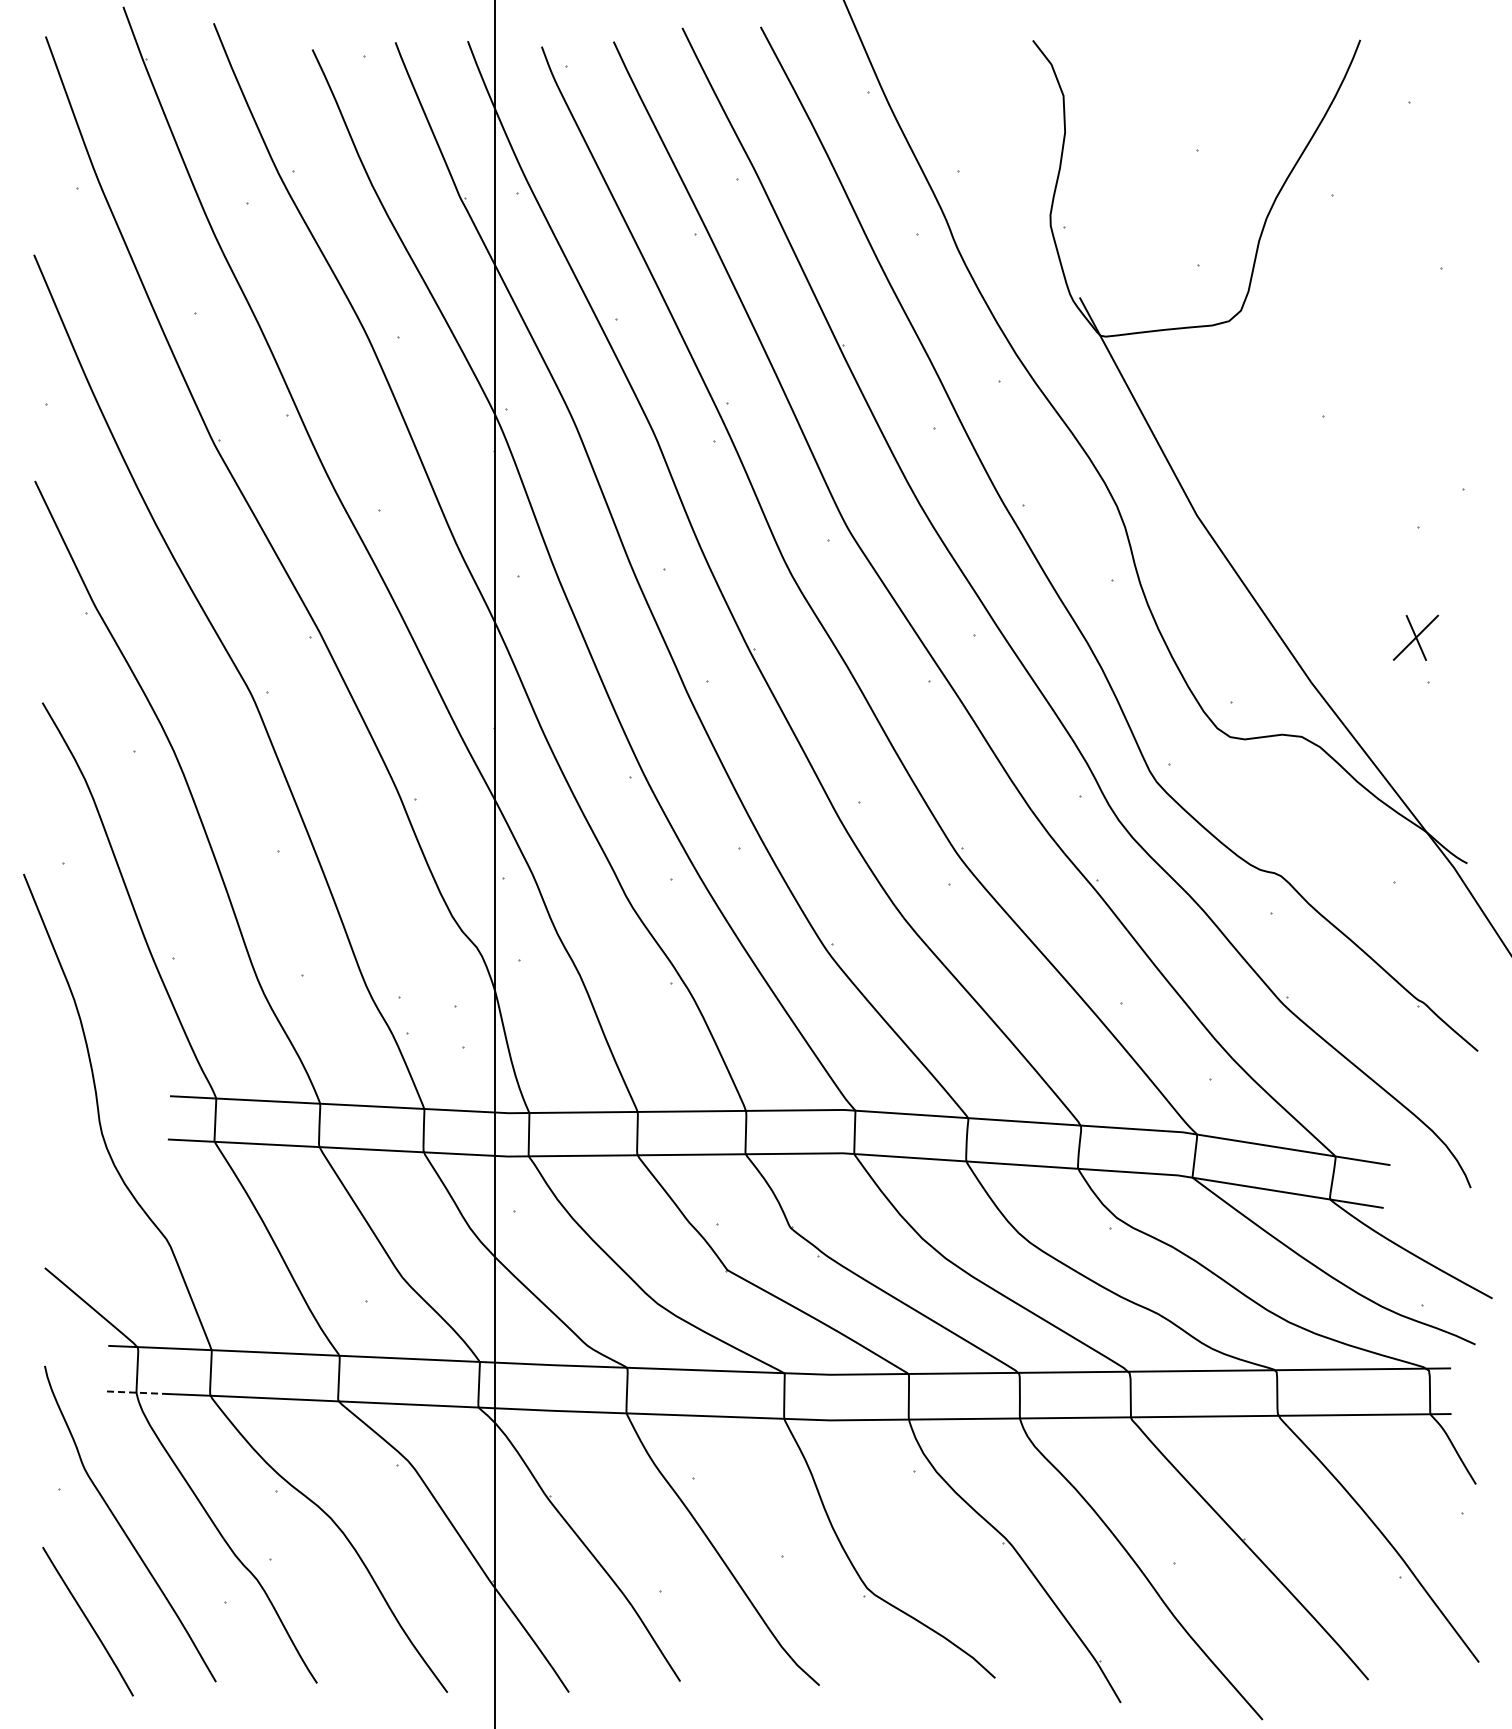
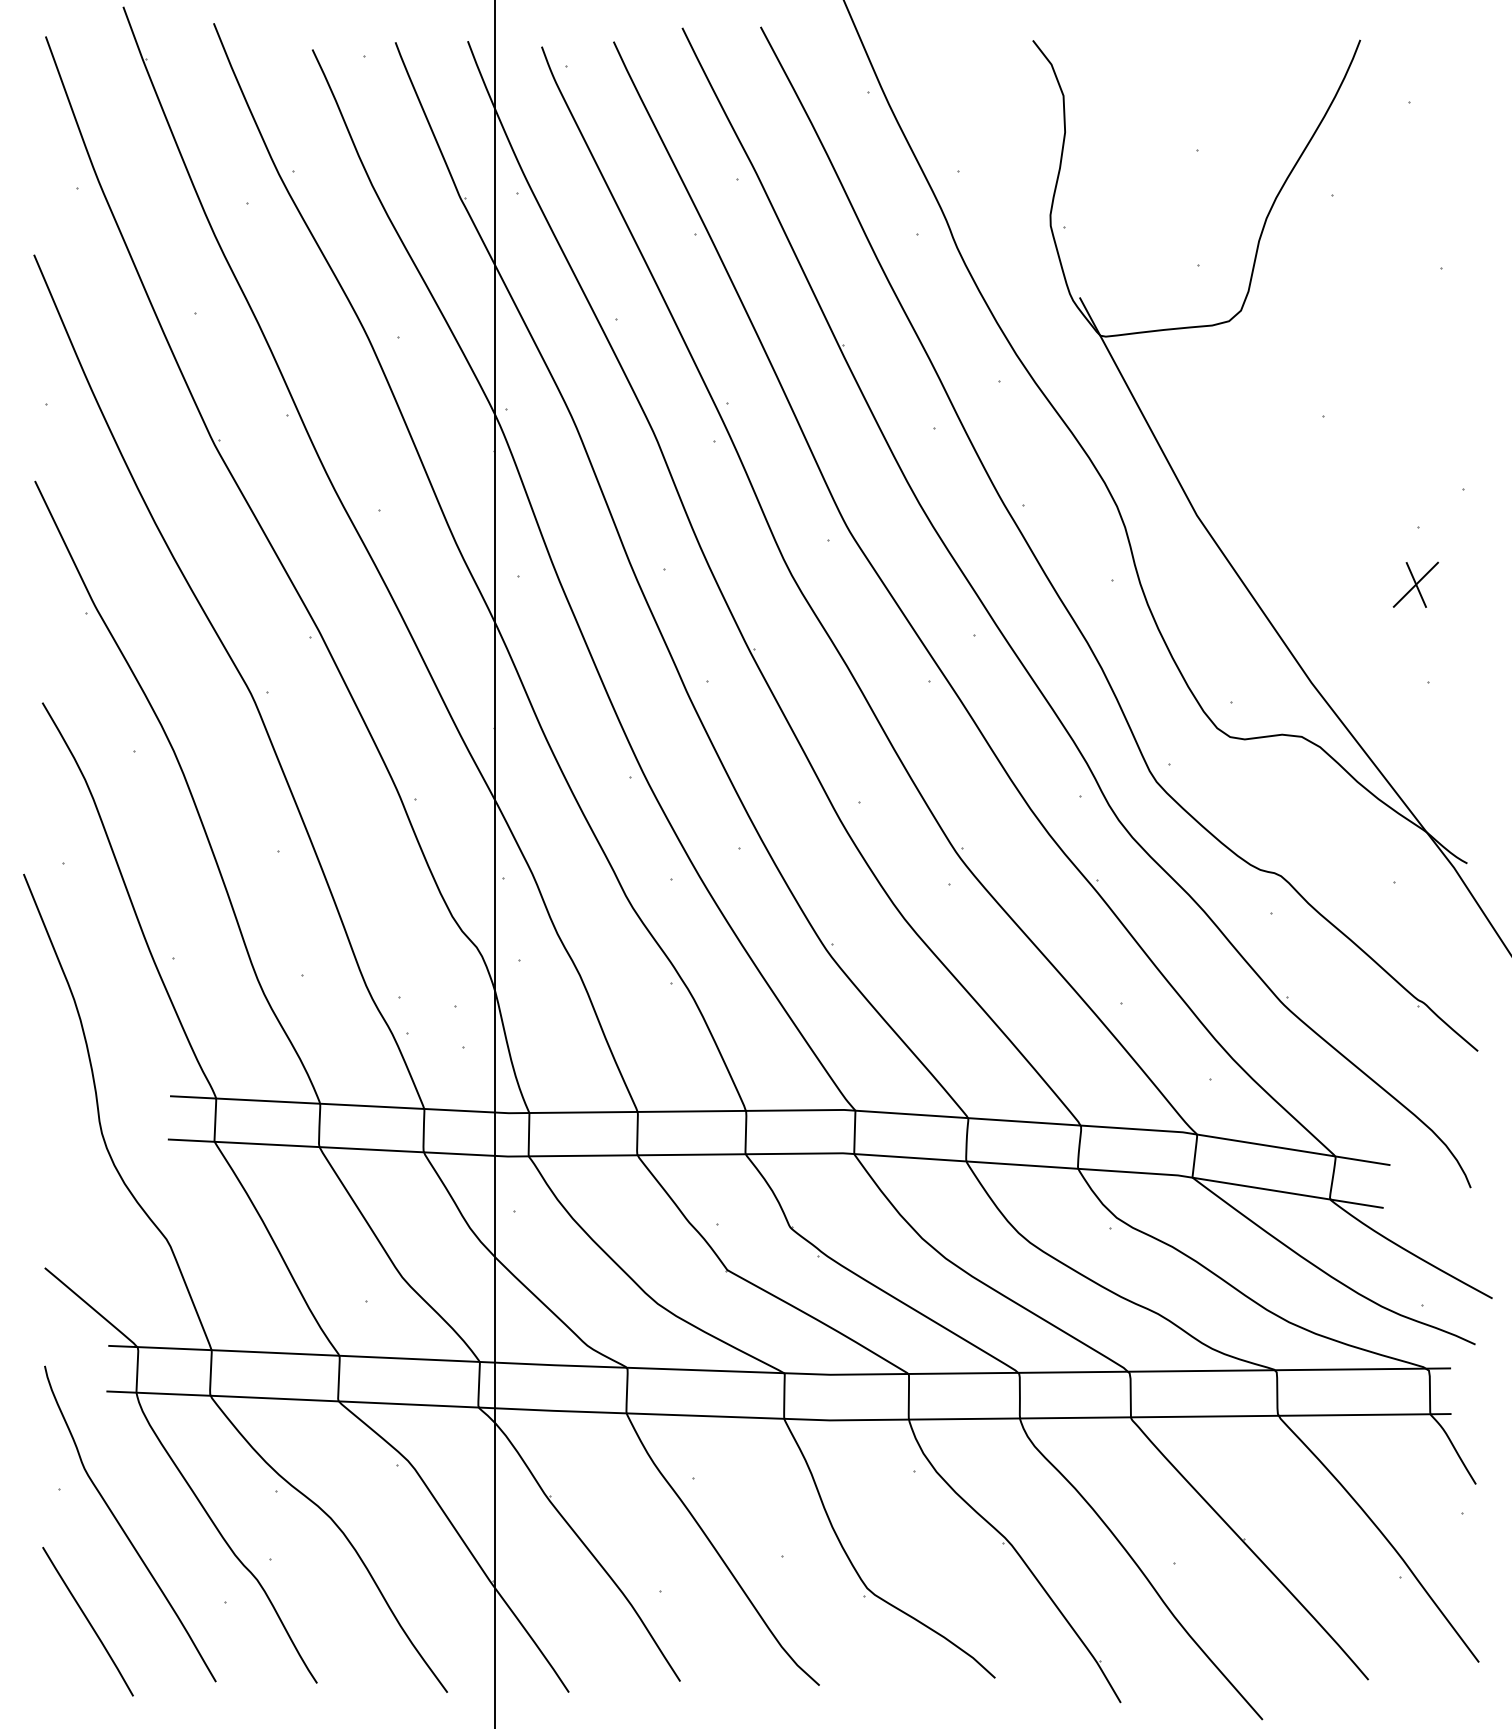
part at (1415, 637) position: (1415, 637) -> (1415, 584)
line at (137, 1392): dashed -> solid
